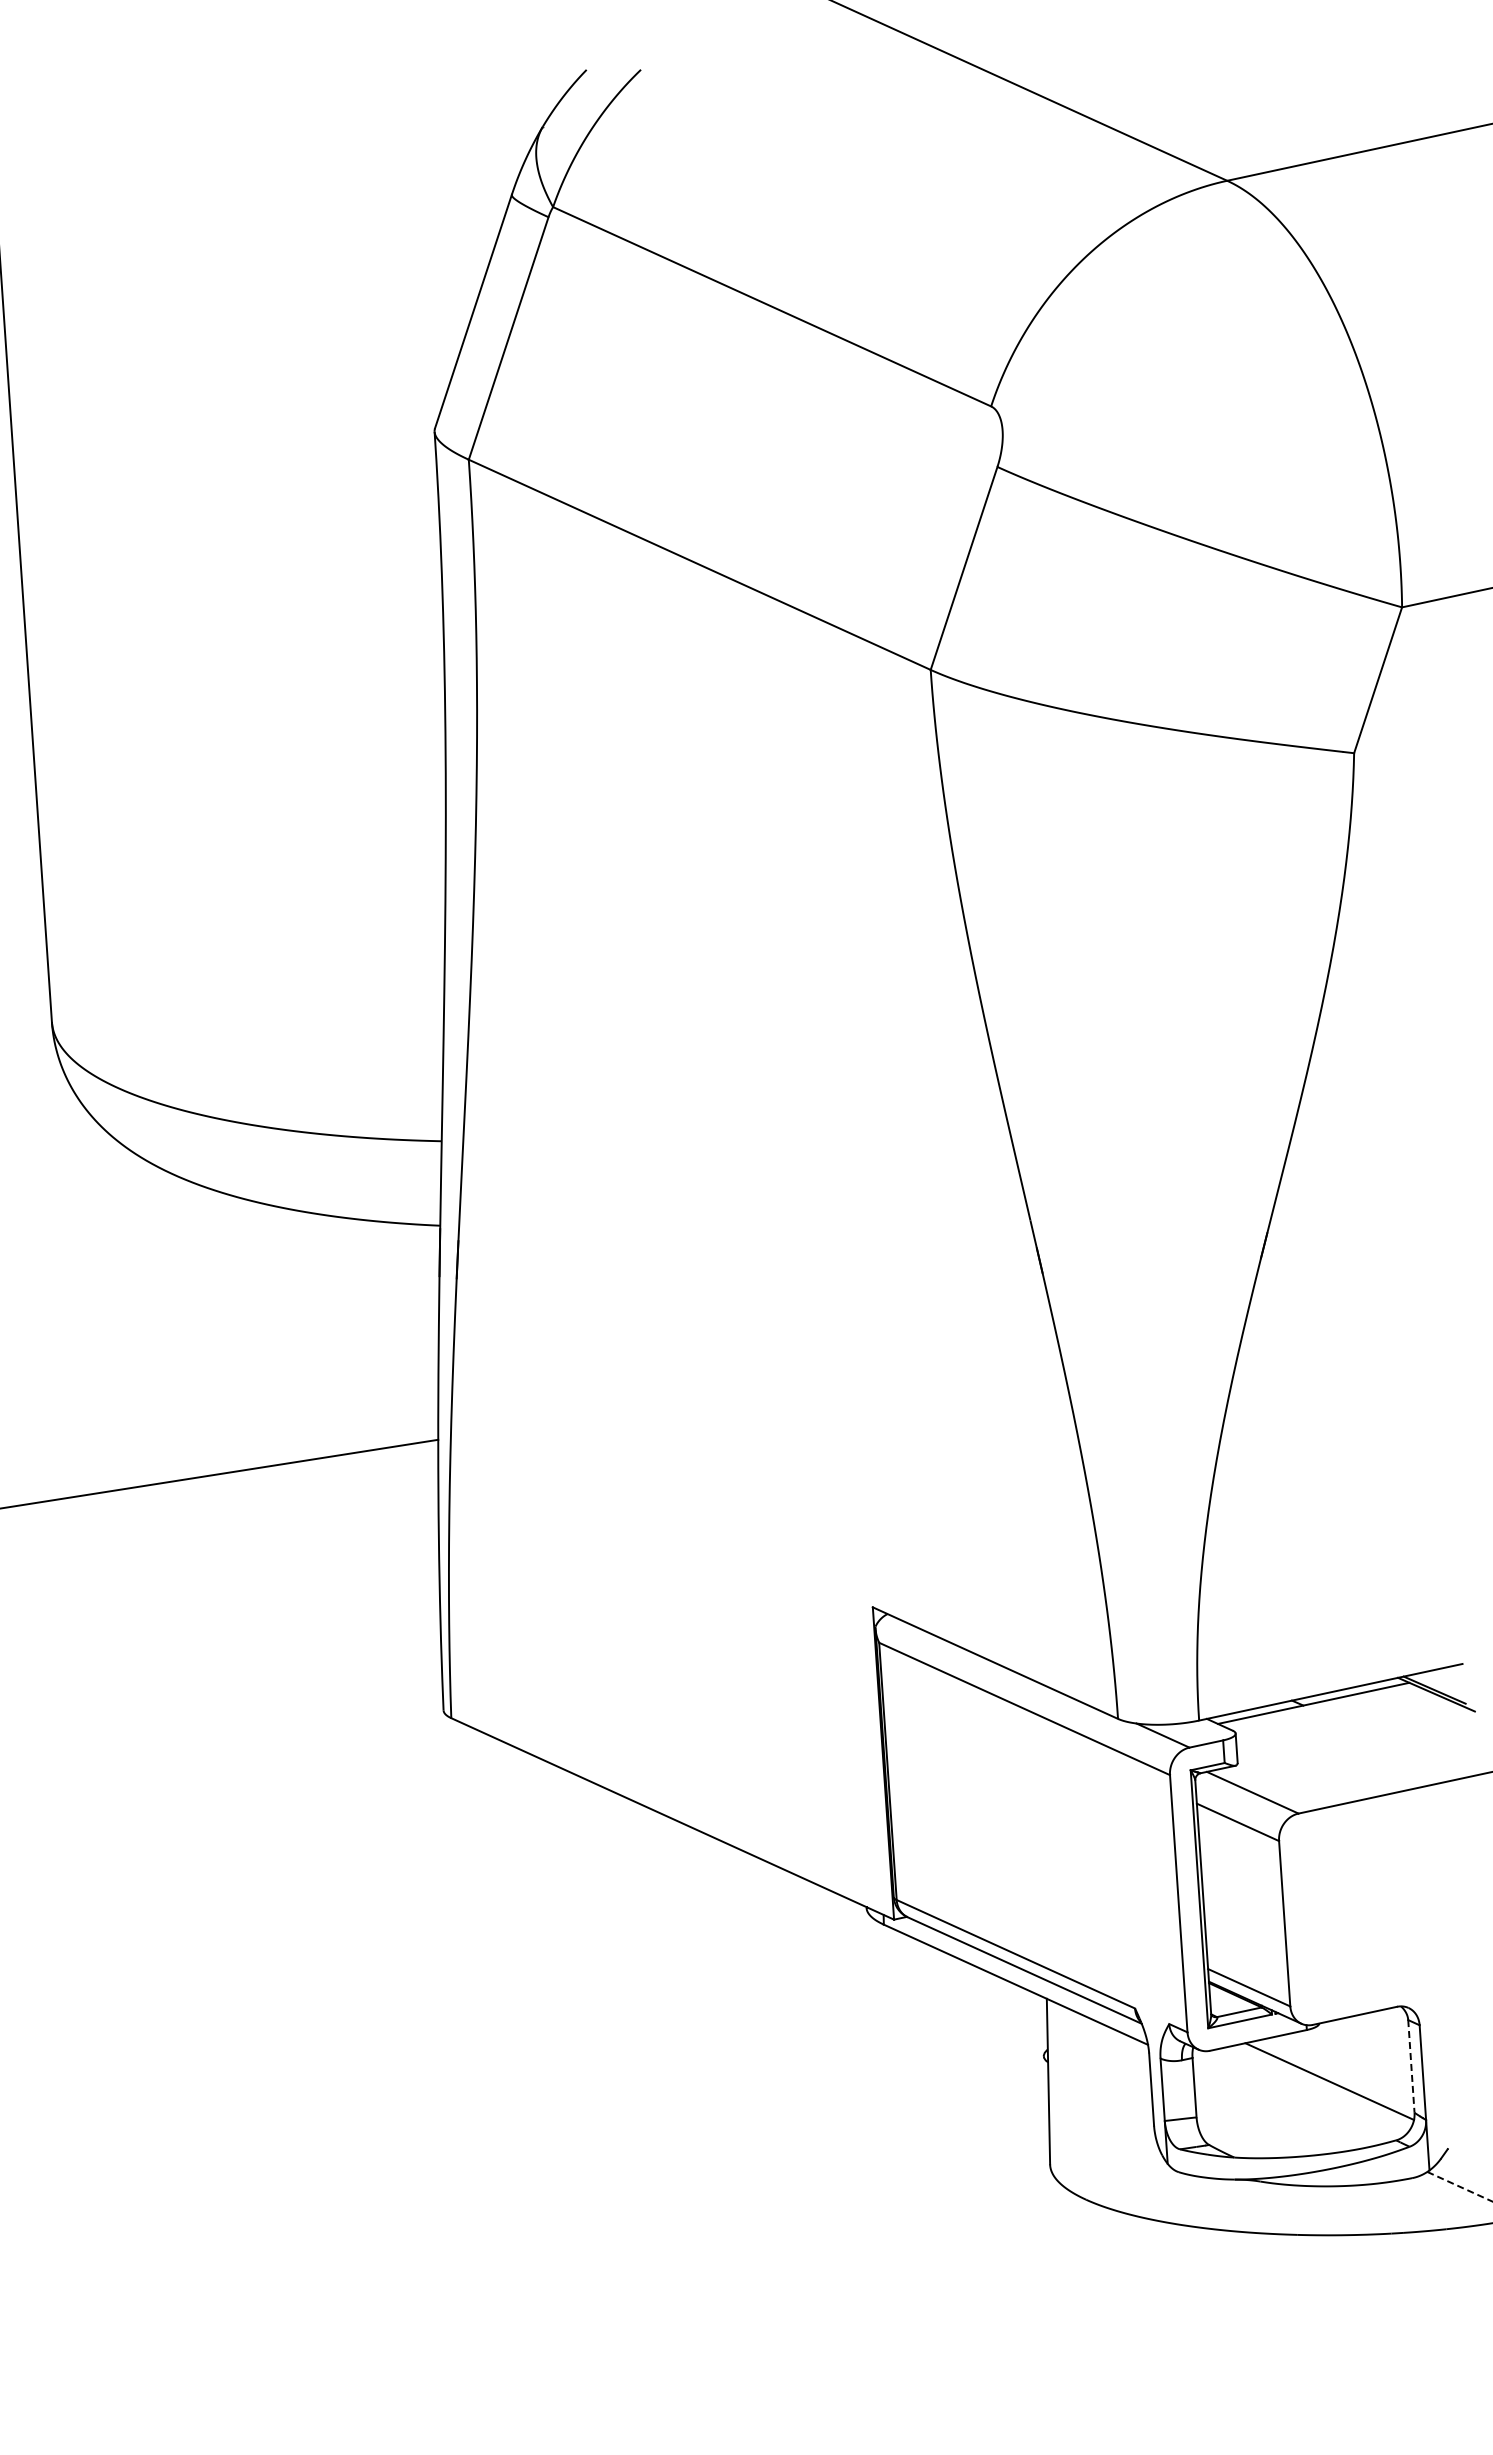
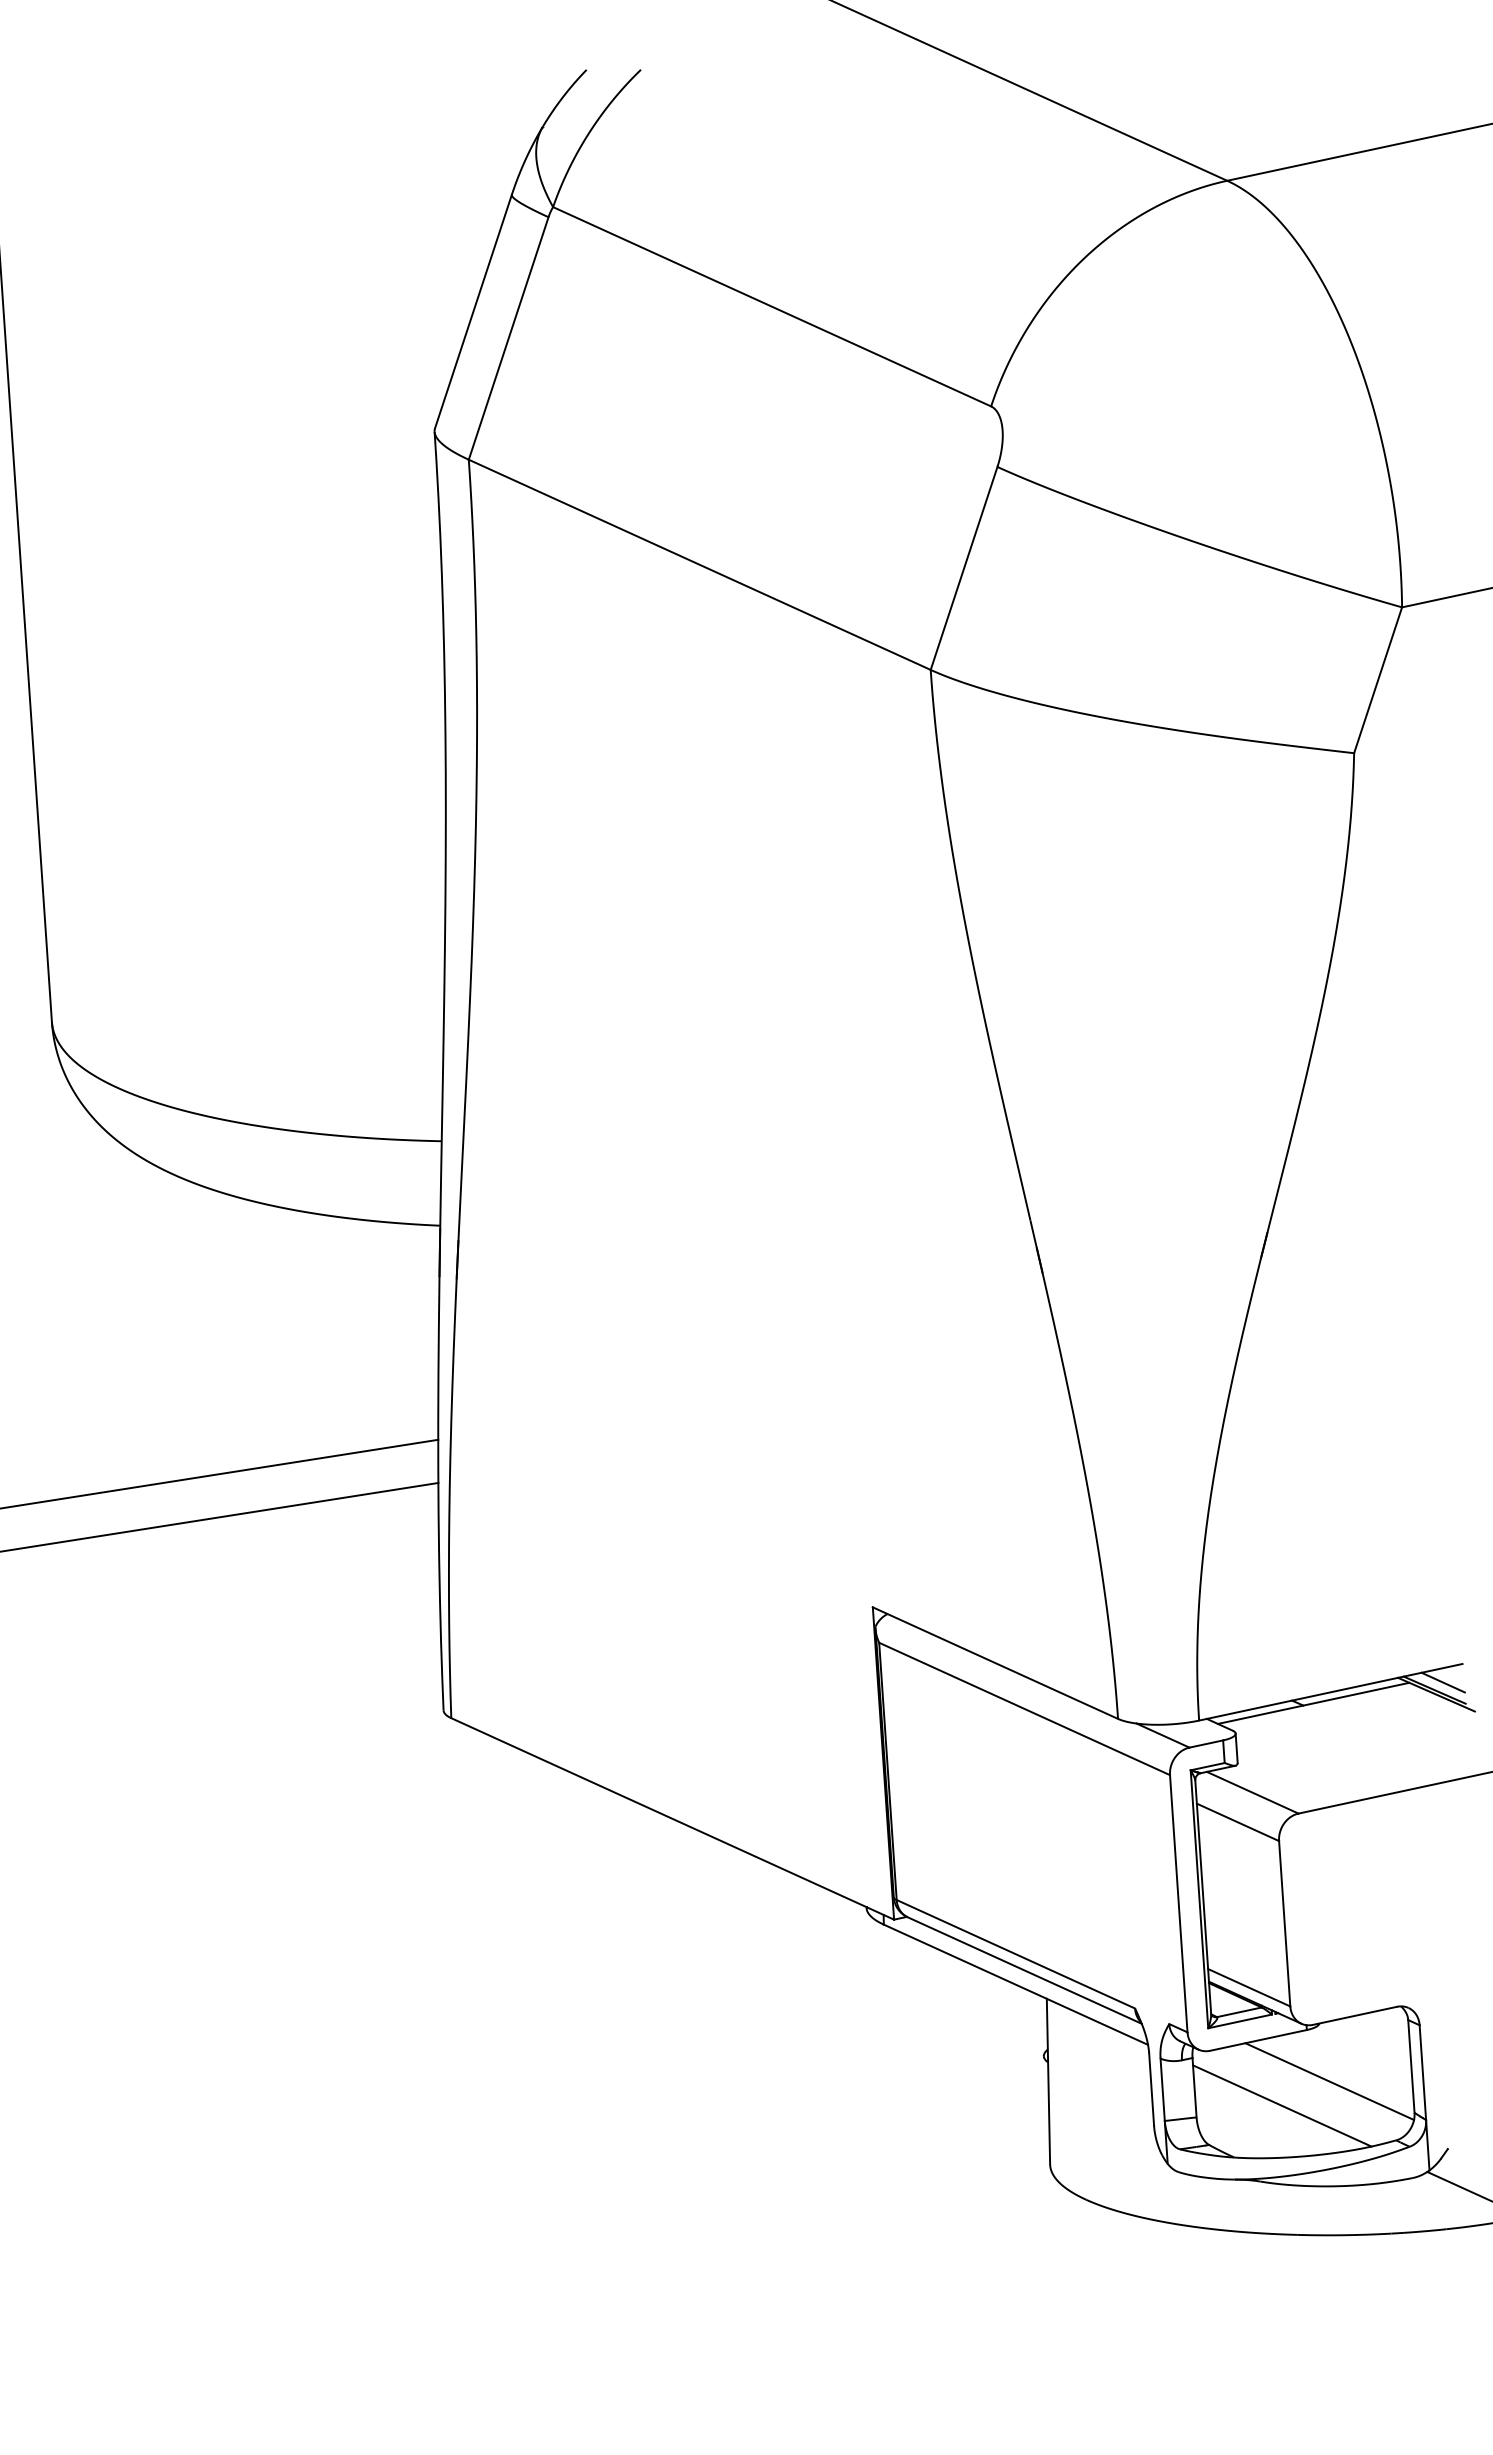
line at (220, 1516): none -> present
line at (1442, 1682): none -> present
line at (1411, 2066): dashed -> solid
line at (1282, 2105): none -> present
line at (1460, 2186): dashed -> solid
